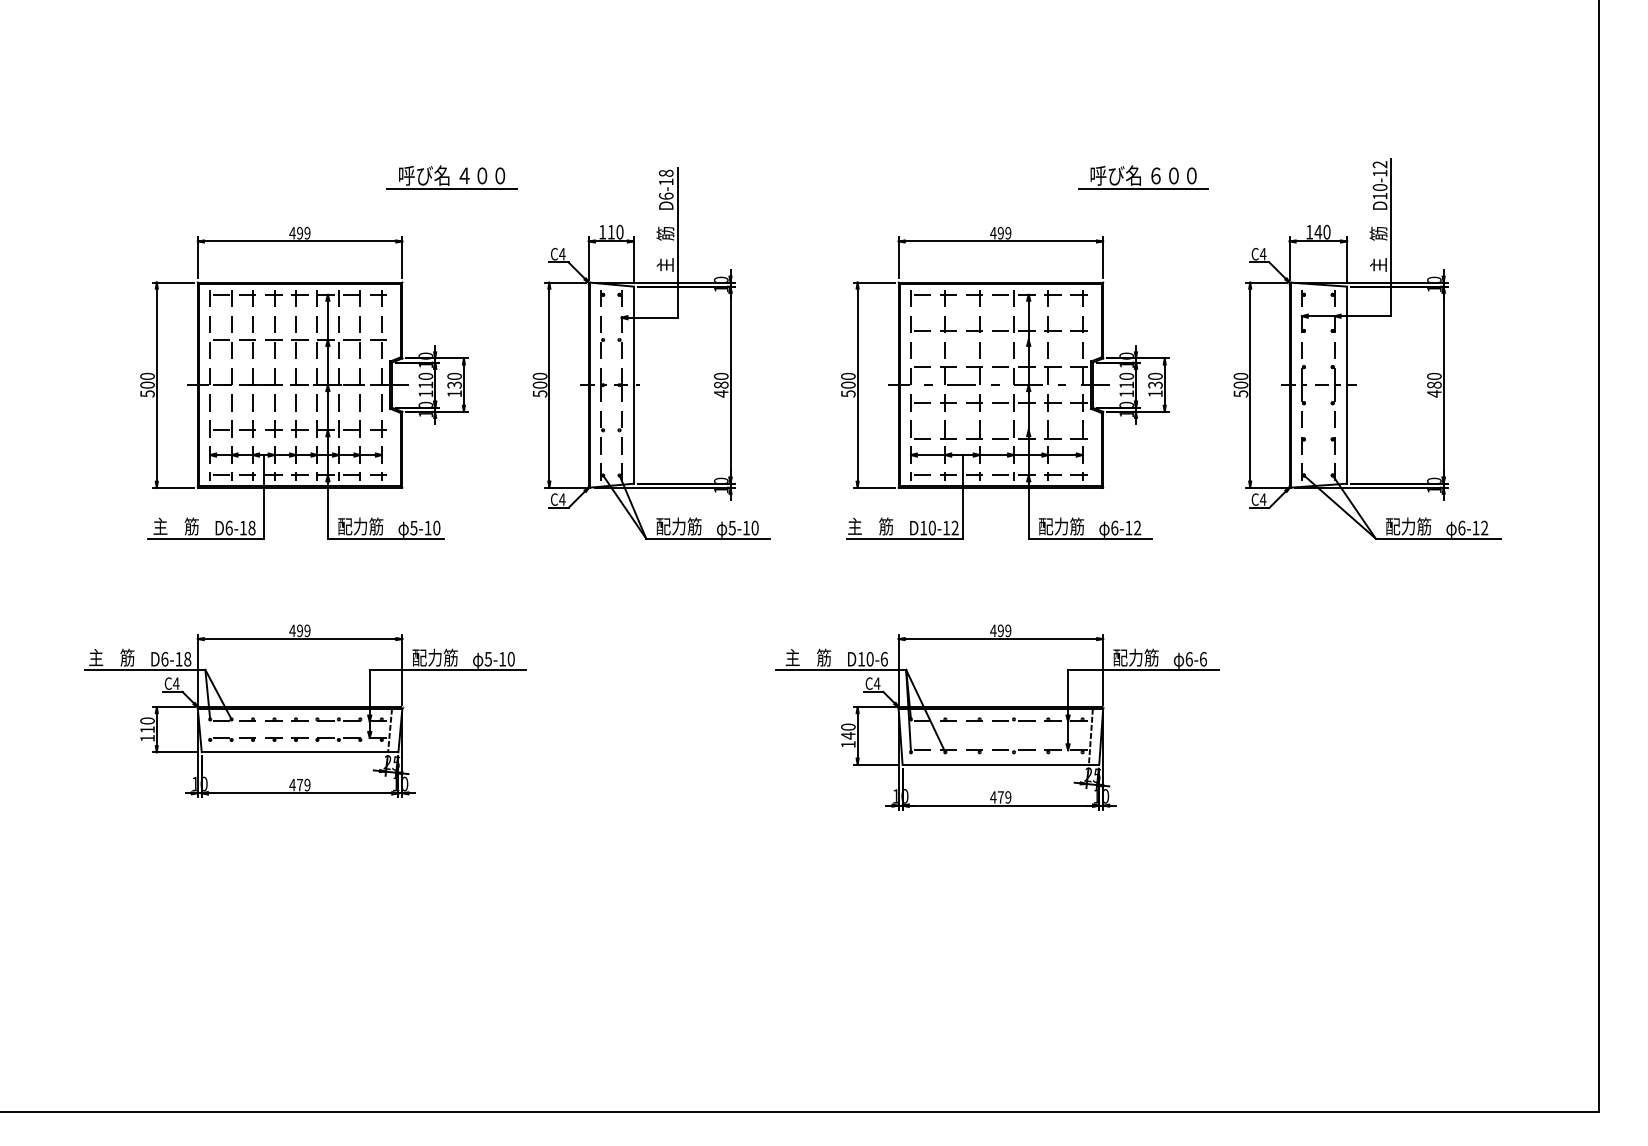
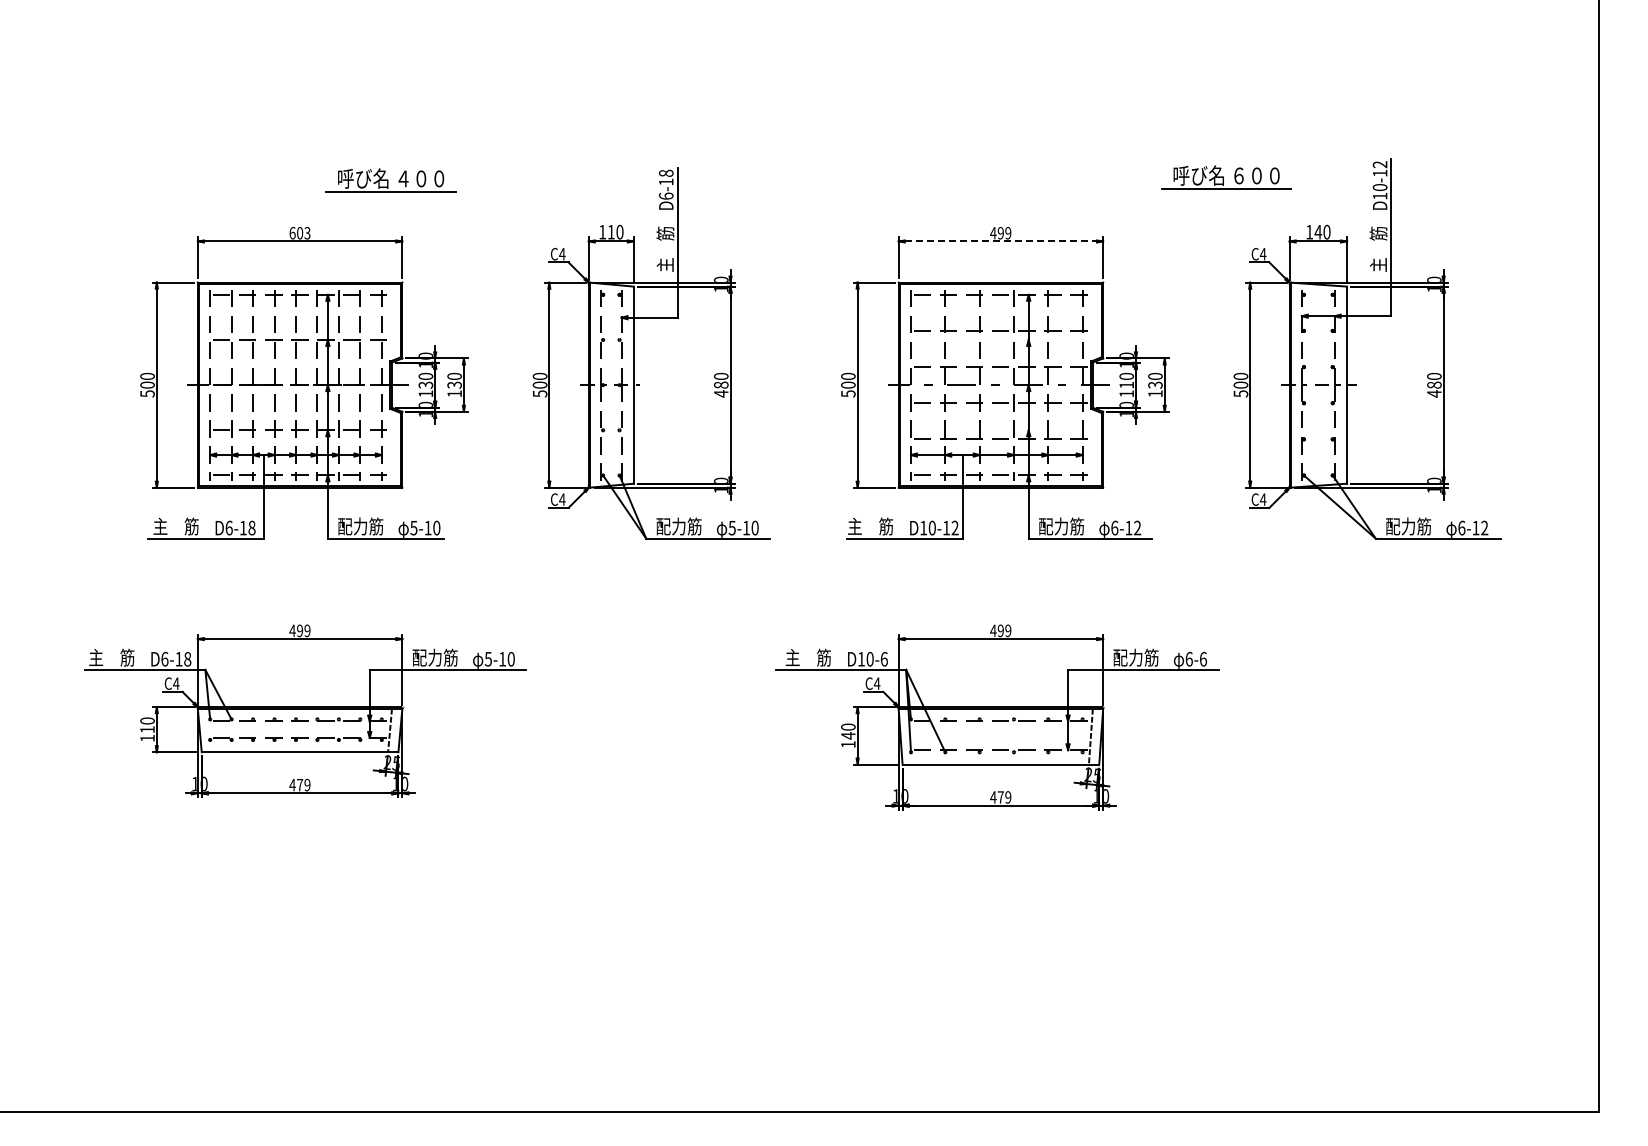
part at (451, 177) position: (451, 177) -> (390, 180)
part at (1143, 177) position: (1143, 177) -> (1226, 177)
text at (299, 233): 499 -> 603
line at (1001, 241): solid -> dashed
text at (425, 384): 110 -> 130
